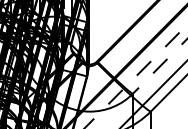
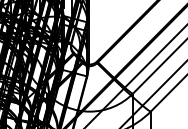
line at (160, 66): dashed -> solid
line at (135, 76): dashed -> solid
